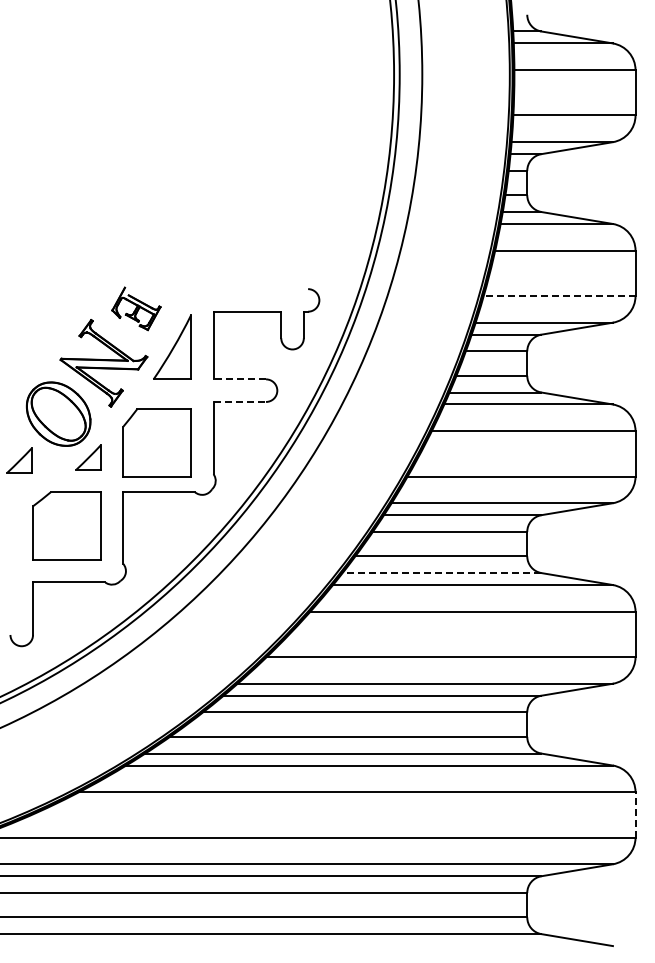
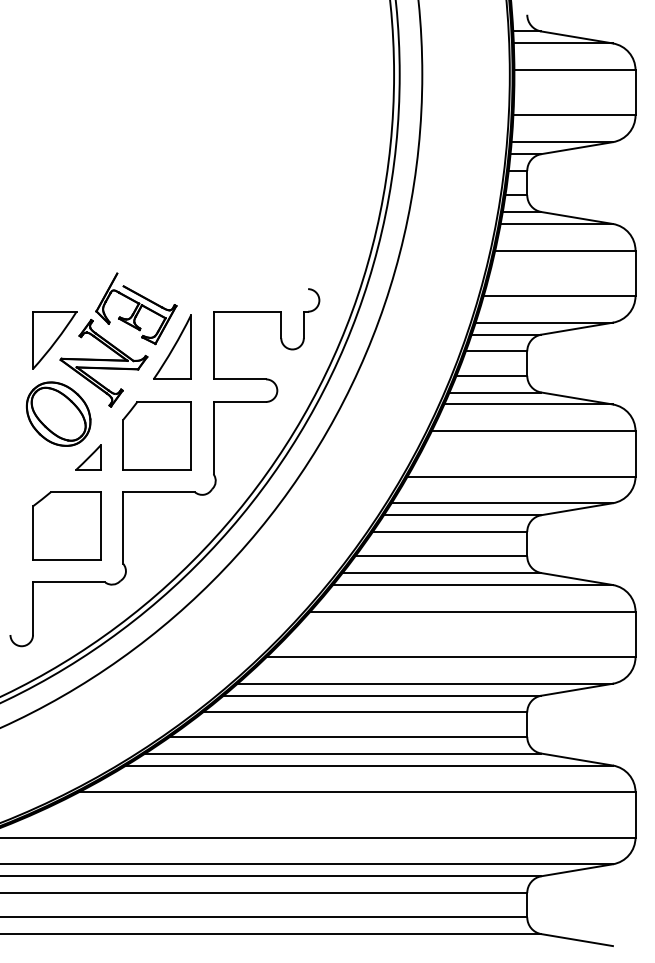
line at (559, 296): dashed -> solid
part at (136, 308) size: 51x46 px -> 83x74 px
part at (54, 340): none -> present
line at (239, 379): dashed -> solid
line at (240, 401): dashed -> solid
part at (156, 442) position: (156, 442) -> (156, 435)
part at (19, 460): present -> none
line at (441, 573): dashed -> solid
line at (635, 814): dashed -> solid
